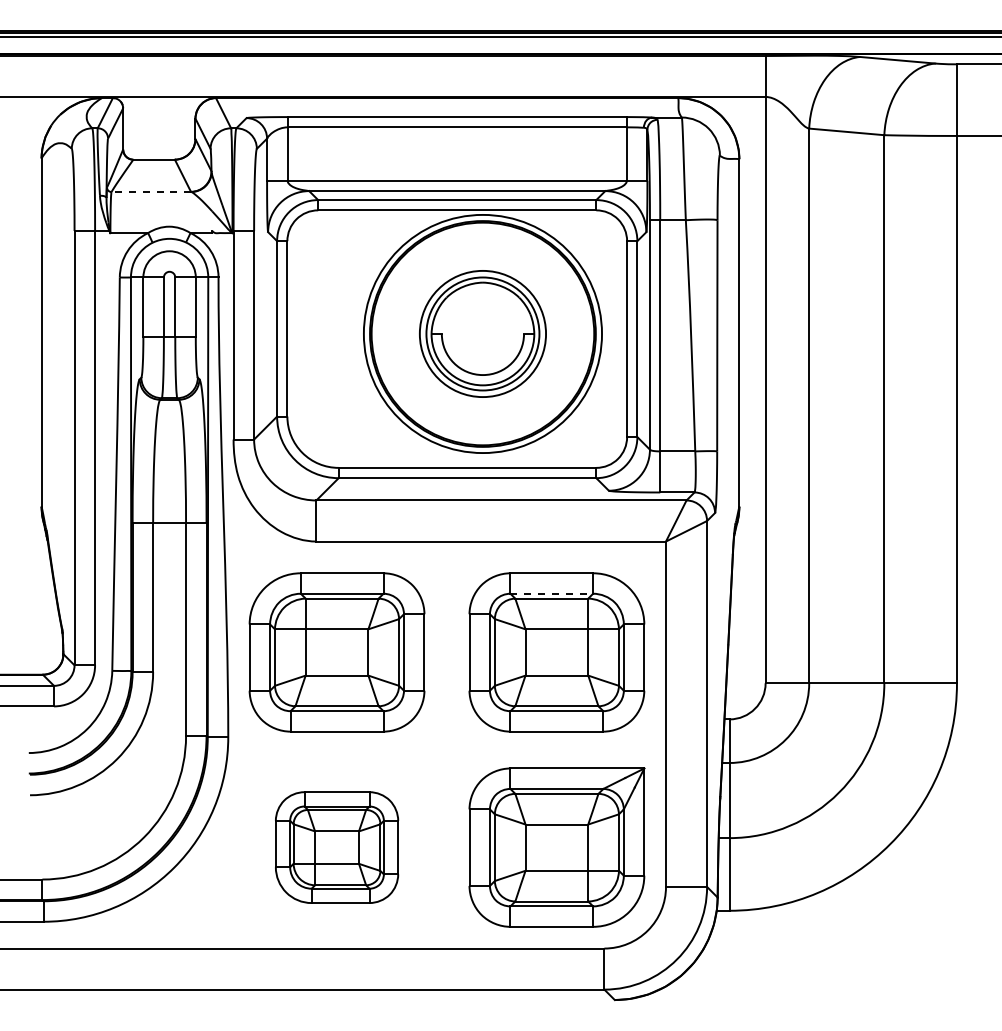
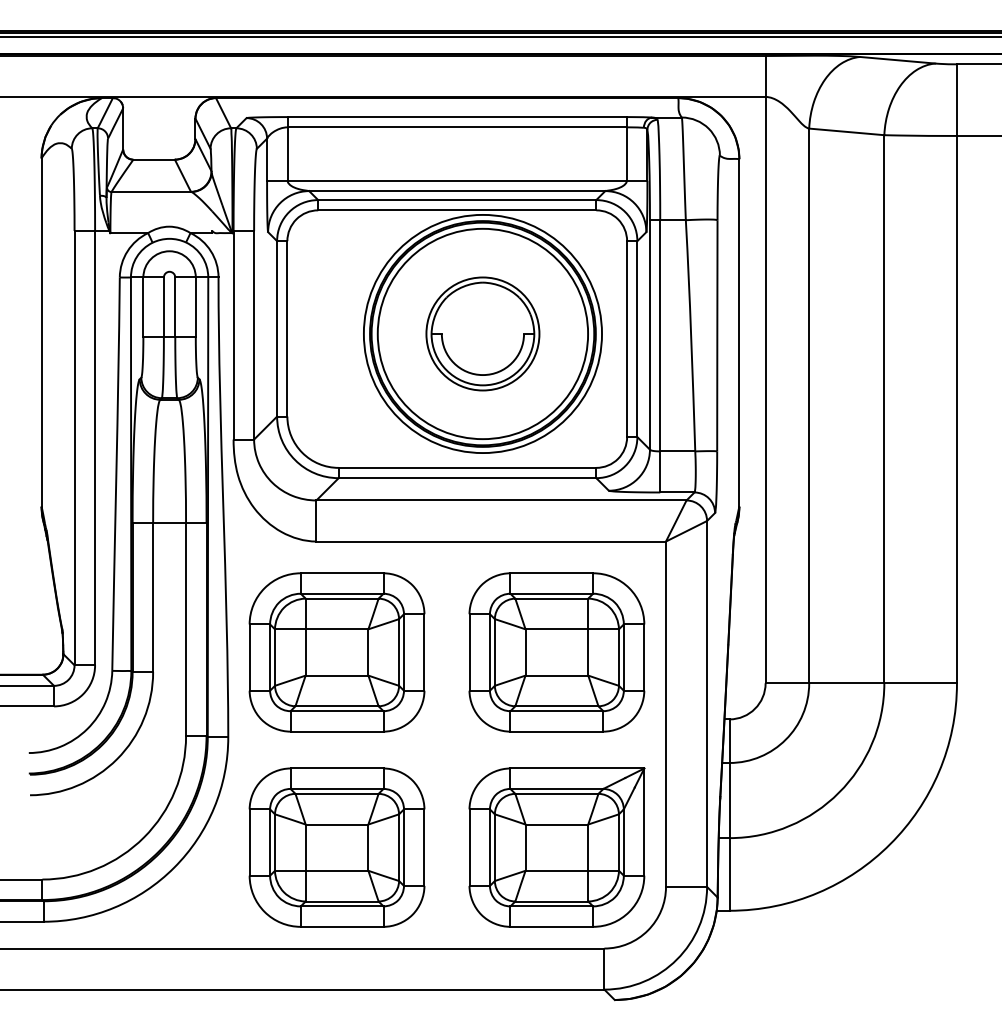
line at (151, 192): dashed -> solid
circle at (482, 333) diameter: 126 px -> 210 px
line at (552, 593): dashed -> solid
part at (337, 847) size: 125x113 px -> 178x161 px
